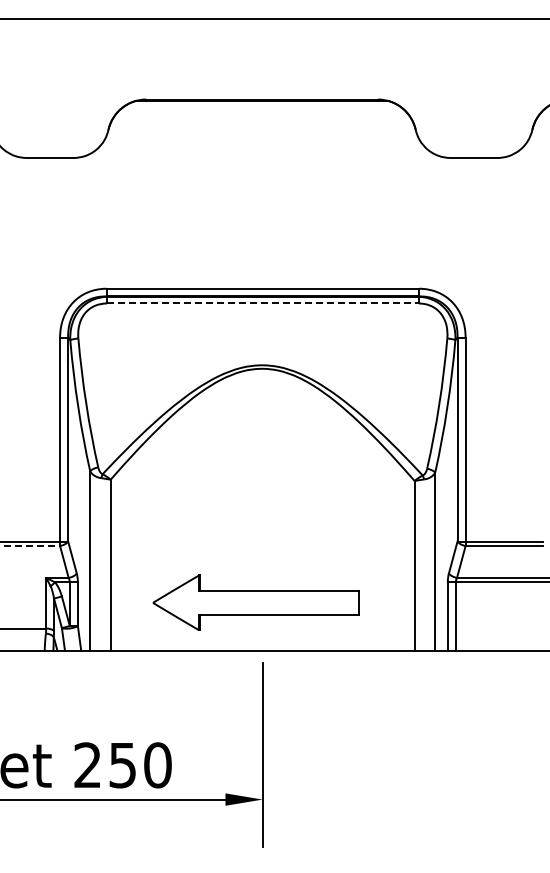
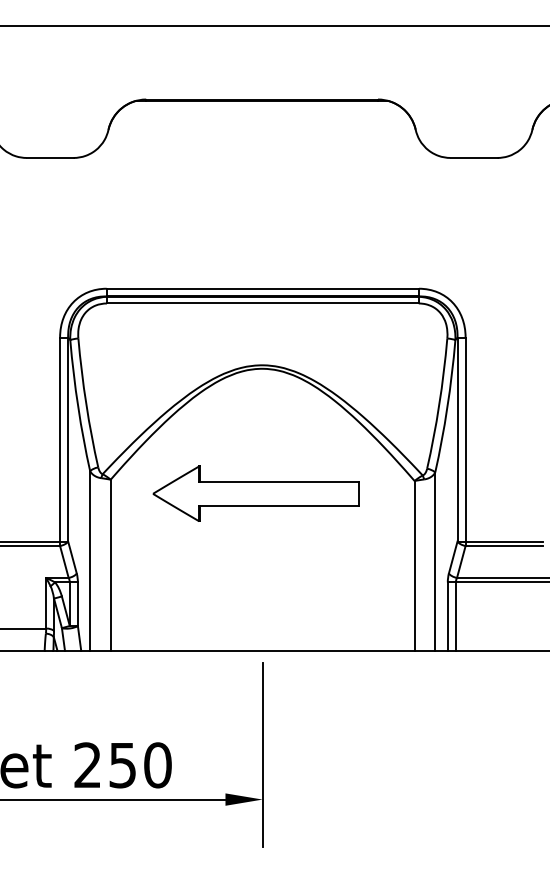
line at (274, 19) position: (274, 19) -> (274, 26)
line at (262, 303): dashed -> solid
line at (30, 546): dashed -> solid
part at (255, 602) position: (255, 602) -> (255, 493)
